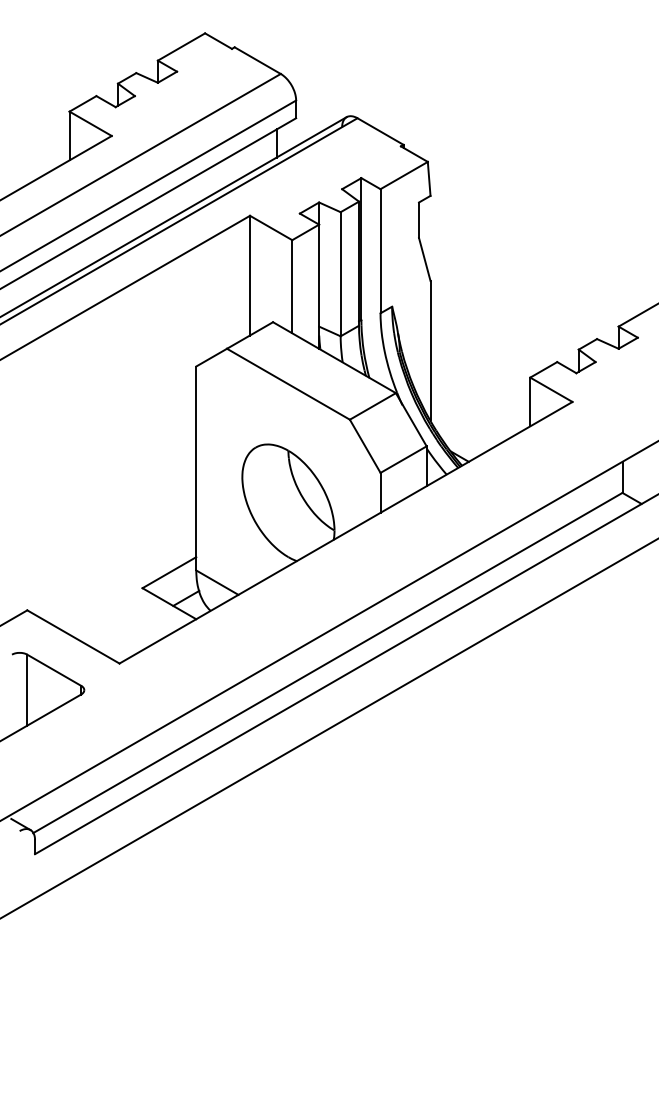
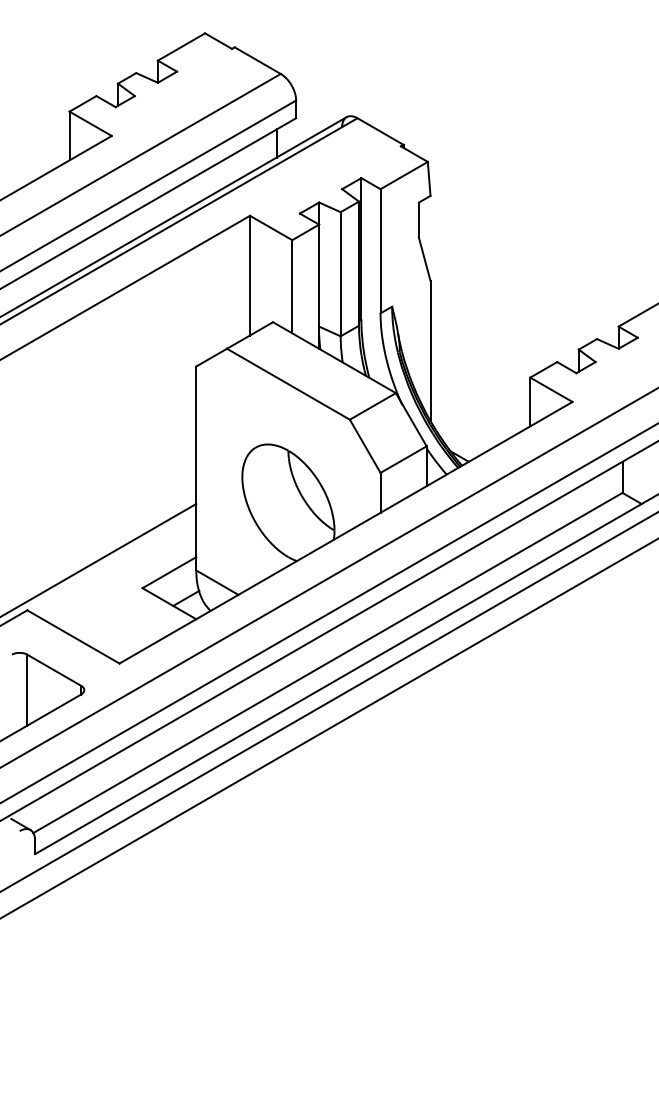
line at (99, 559): none -> present
line at (328, 577): none -> present
line at (328, 613): none -> present
line at (328, 701): none -> present
